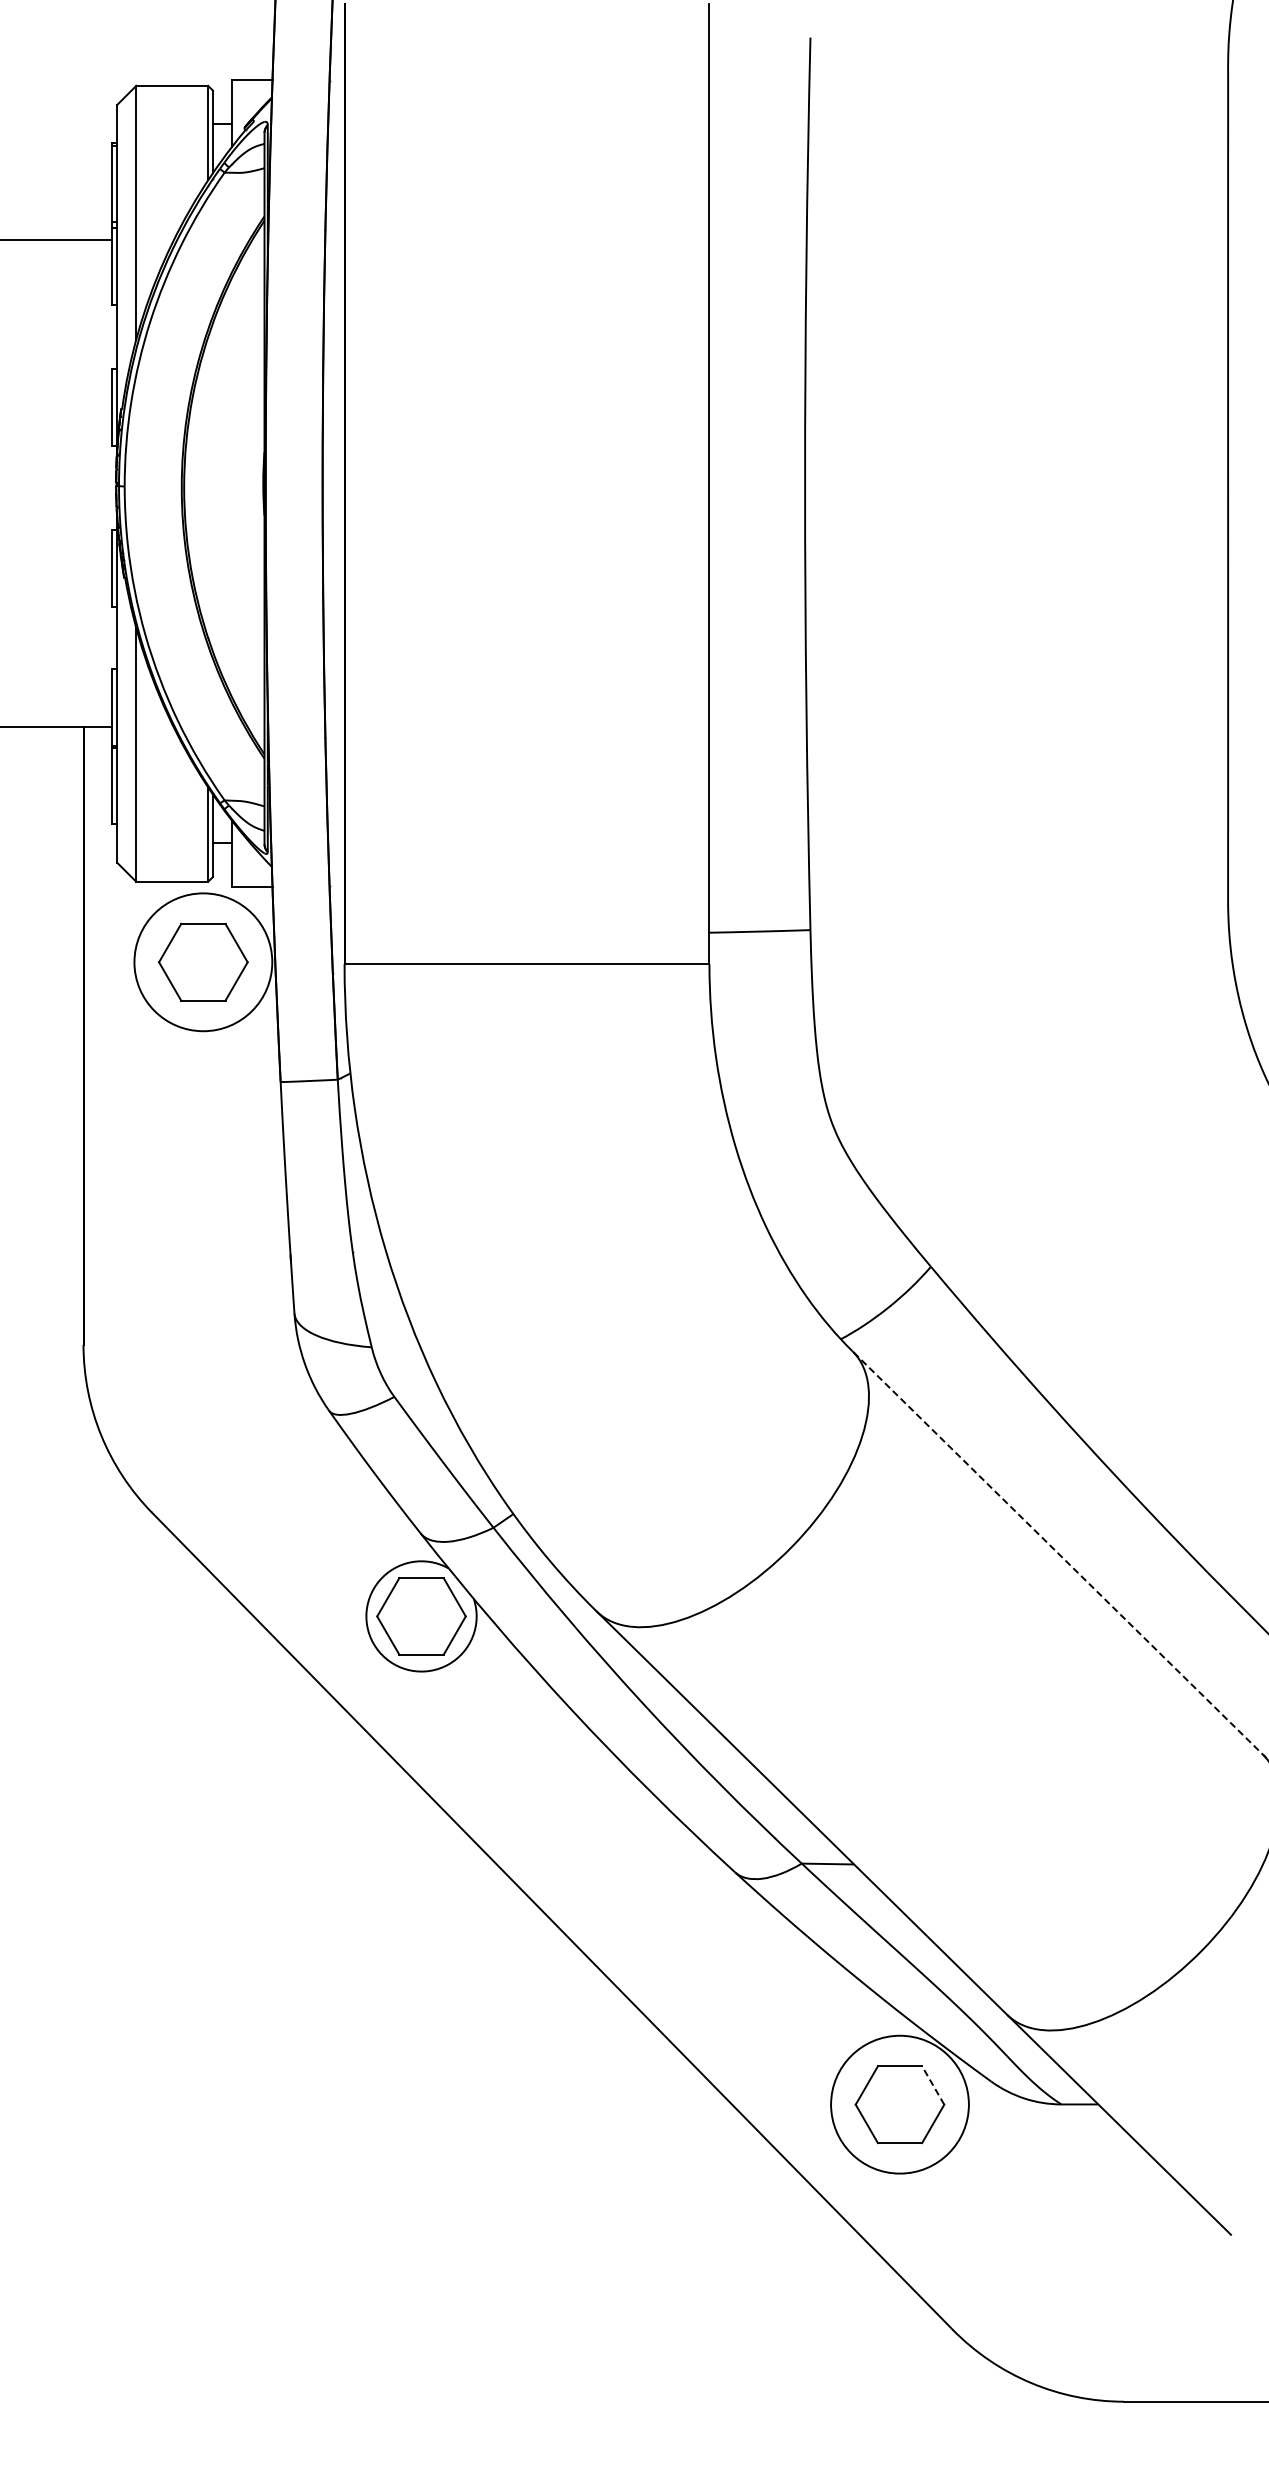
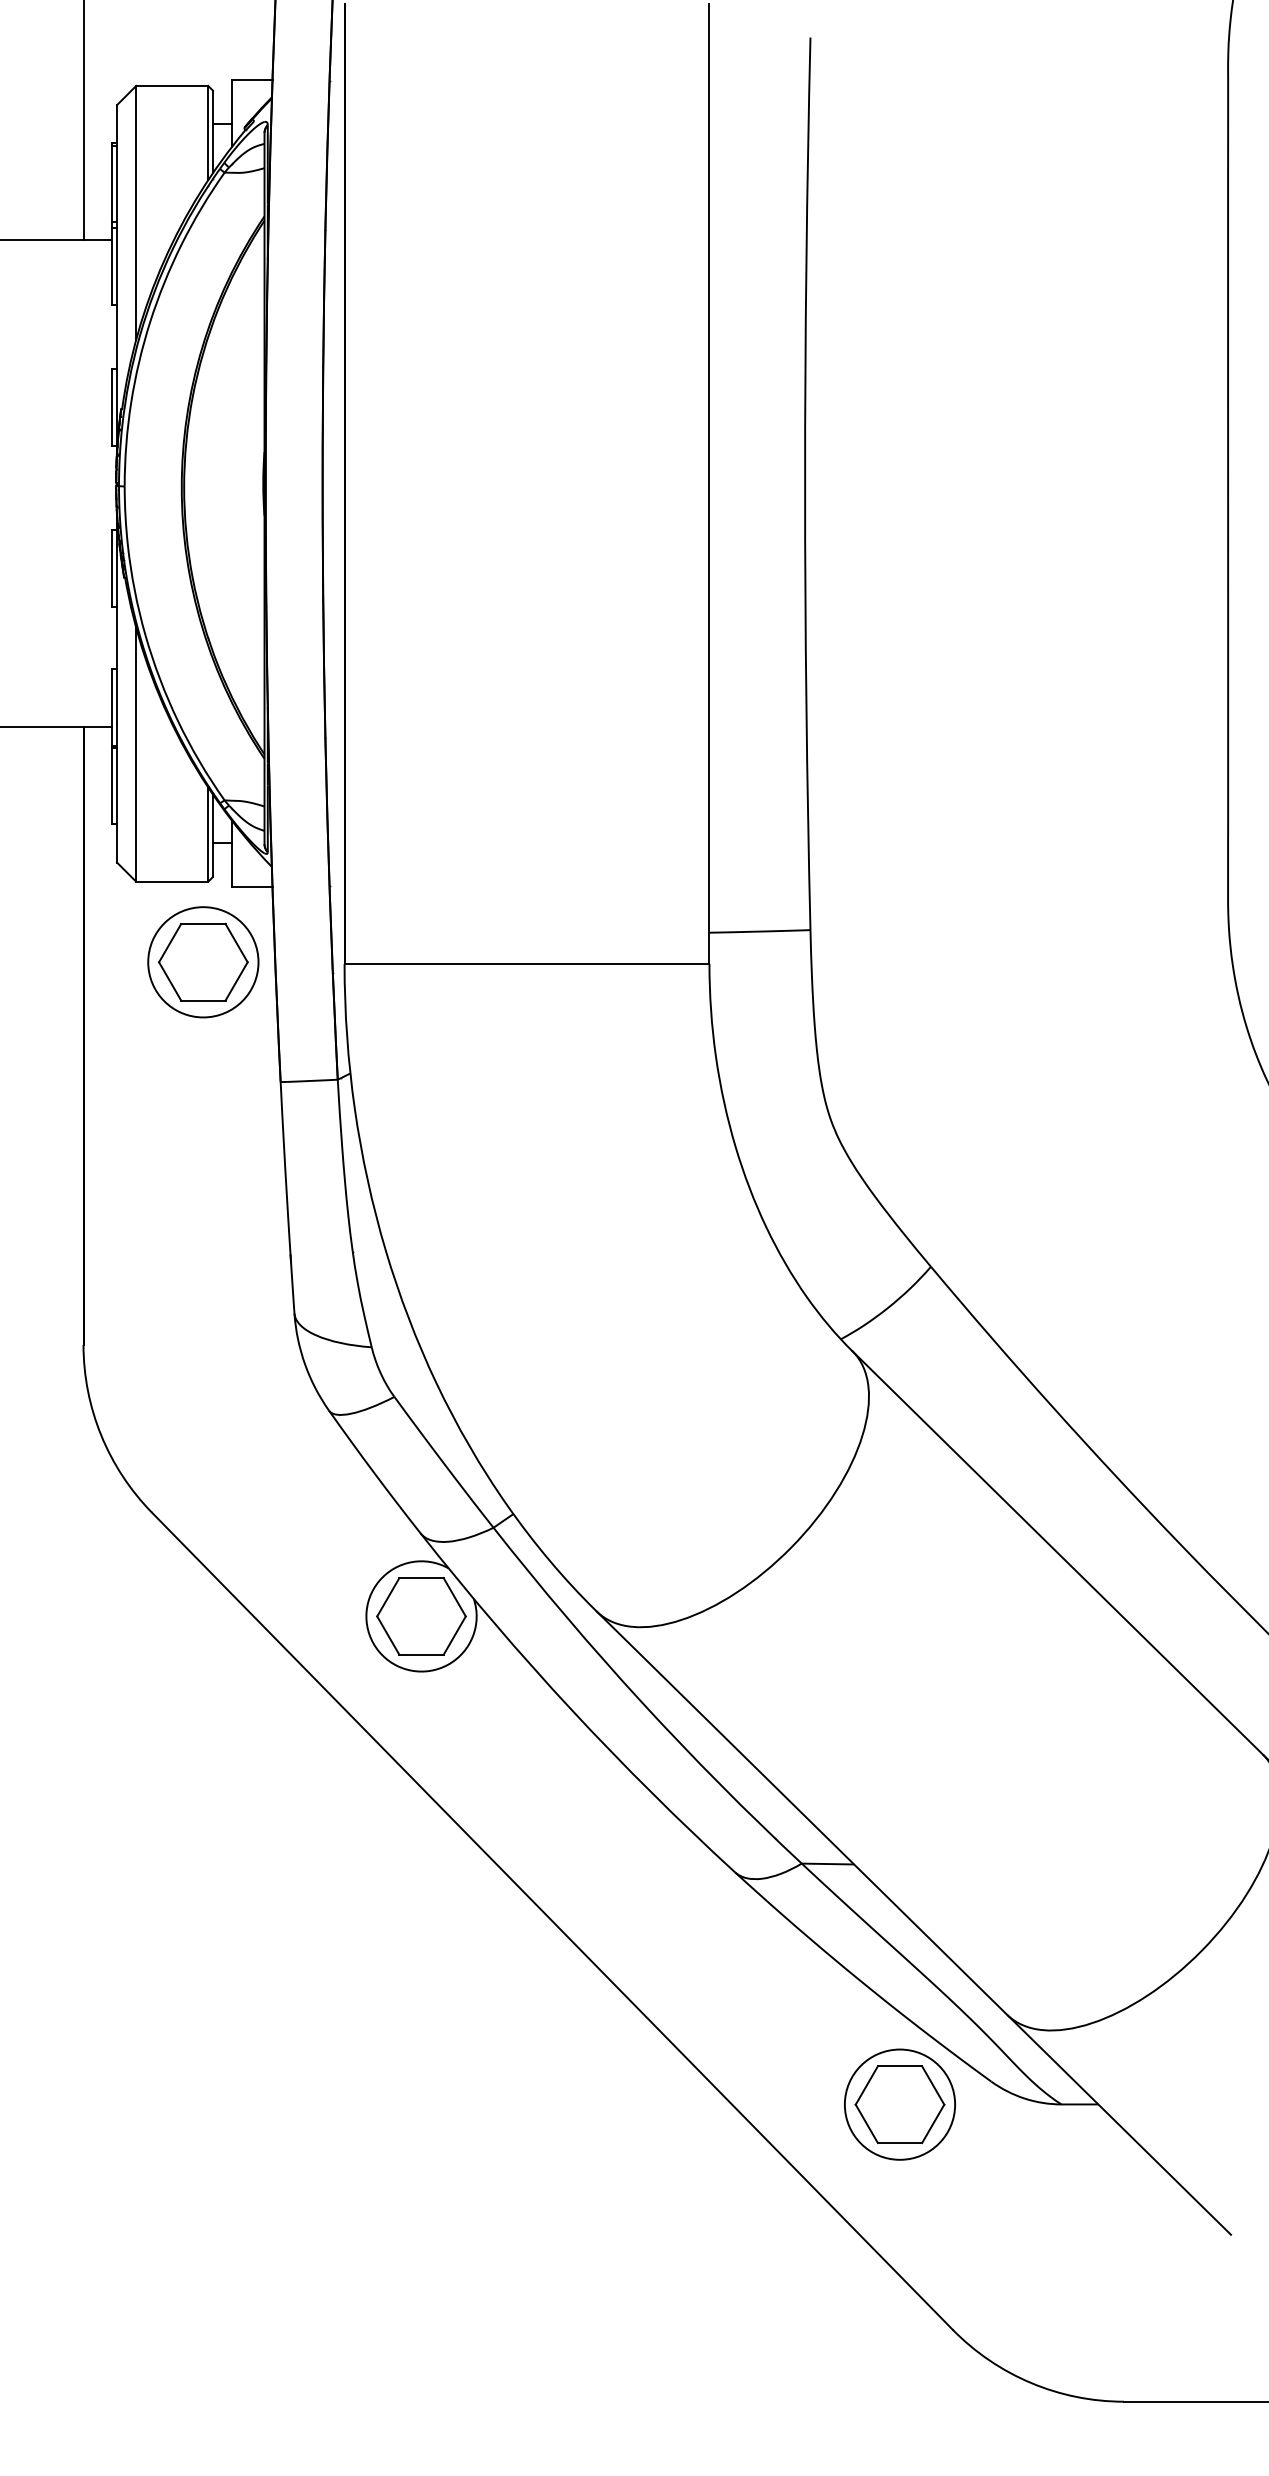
line at (83, 121): none -> present
circle at (203, 962) diameter: 138 px -> 110 px
line at (1060, 1555): dashed -> solid
line at (932, 2085): dashed -> solid
circle at (899, 2104) diameter: 138 px -> 110 px
